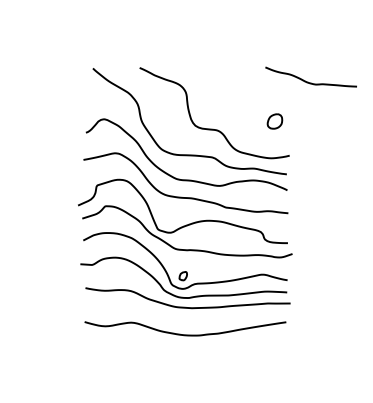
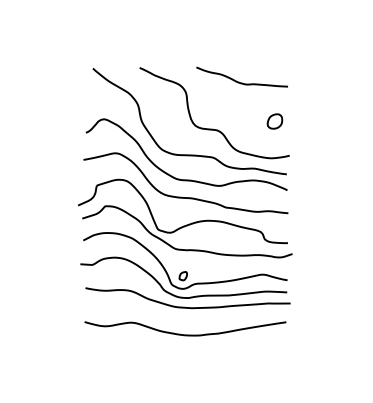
curve at (308, 81) position: (308, 81) -> (239, 81)
